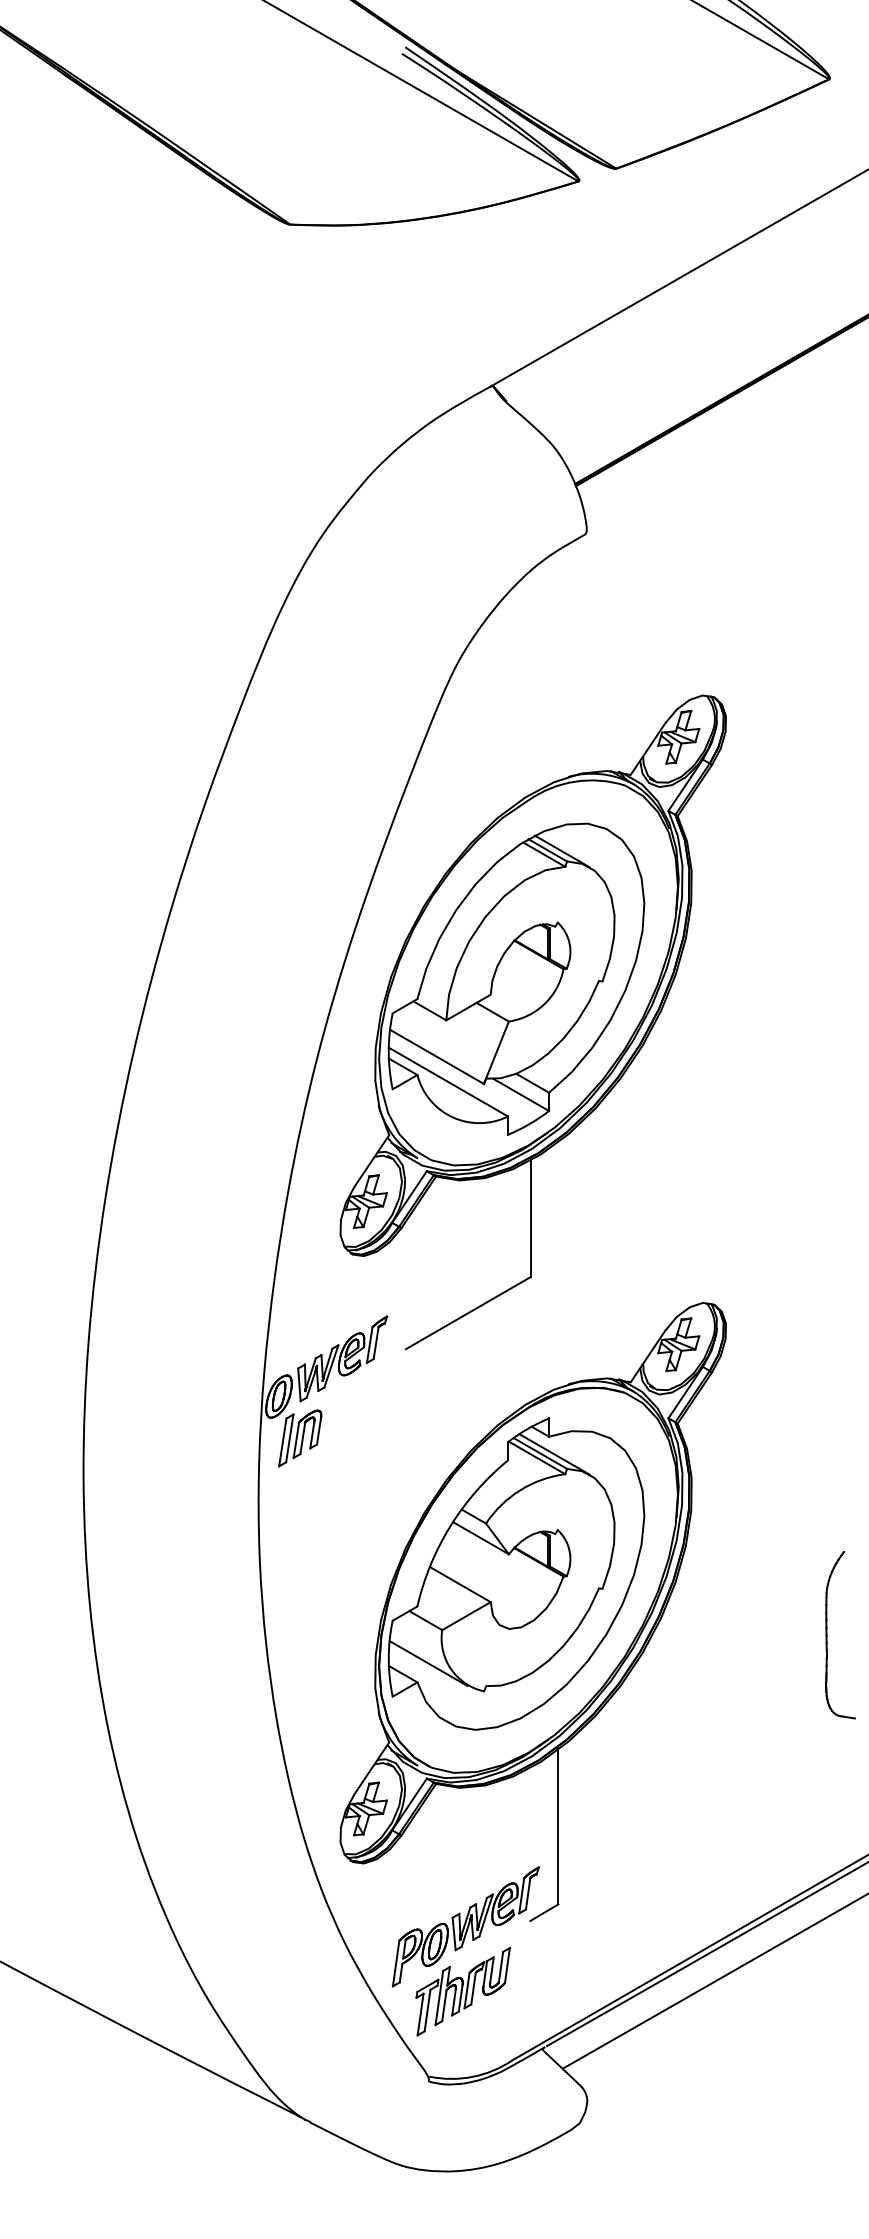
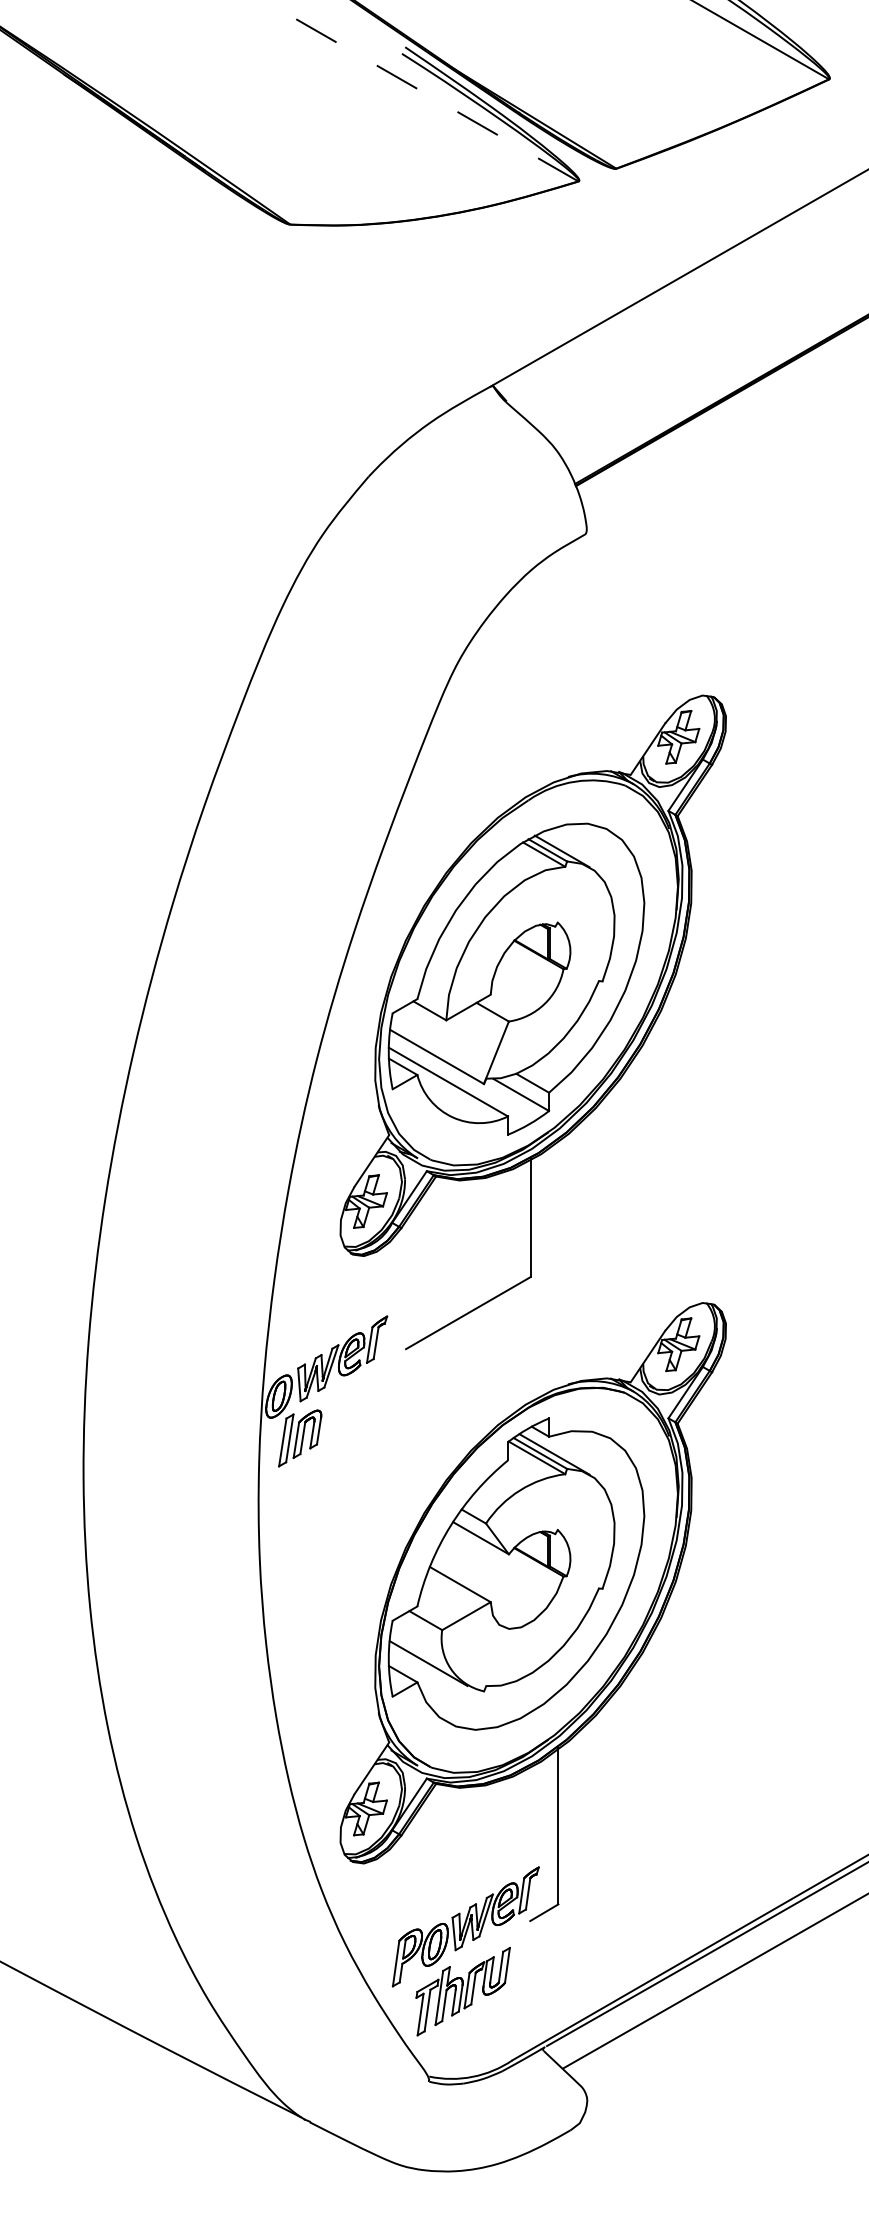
line at (420, 90): solid -> dashed
part at (827, 1635): present -> none
